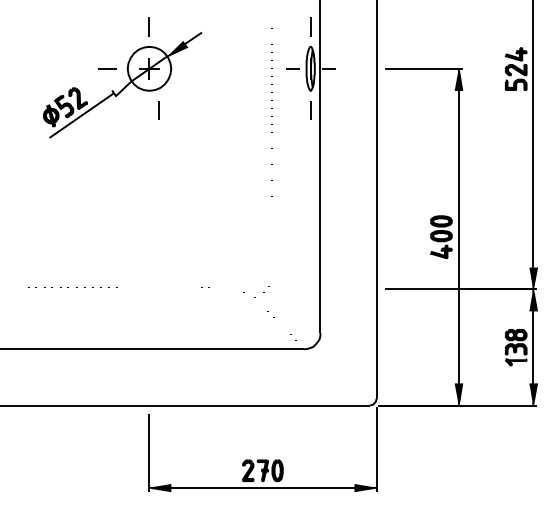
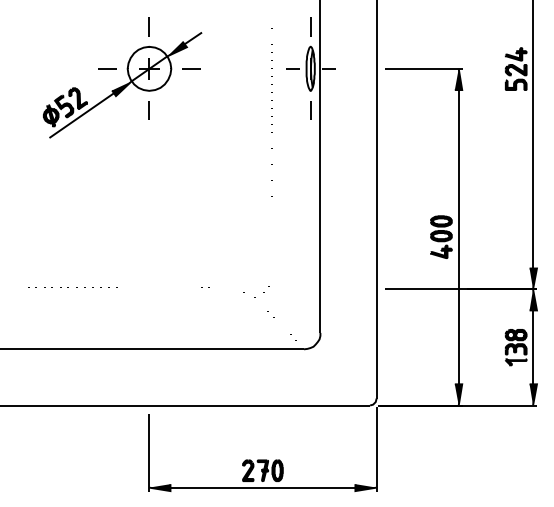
line at (191, 68): none -> present
fill at (121, 88): none -> present
line at (158, 110) position: (158, 110) -> (148, 110)
